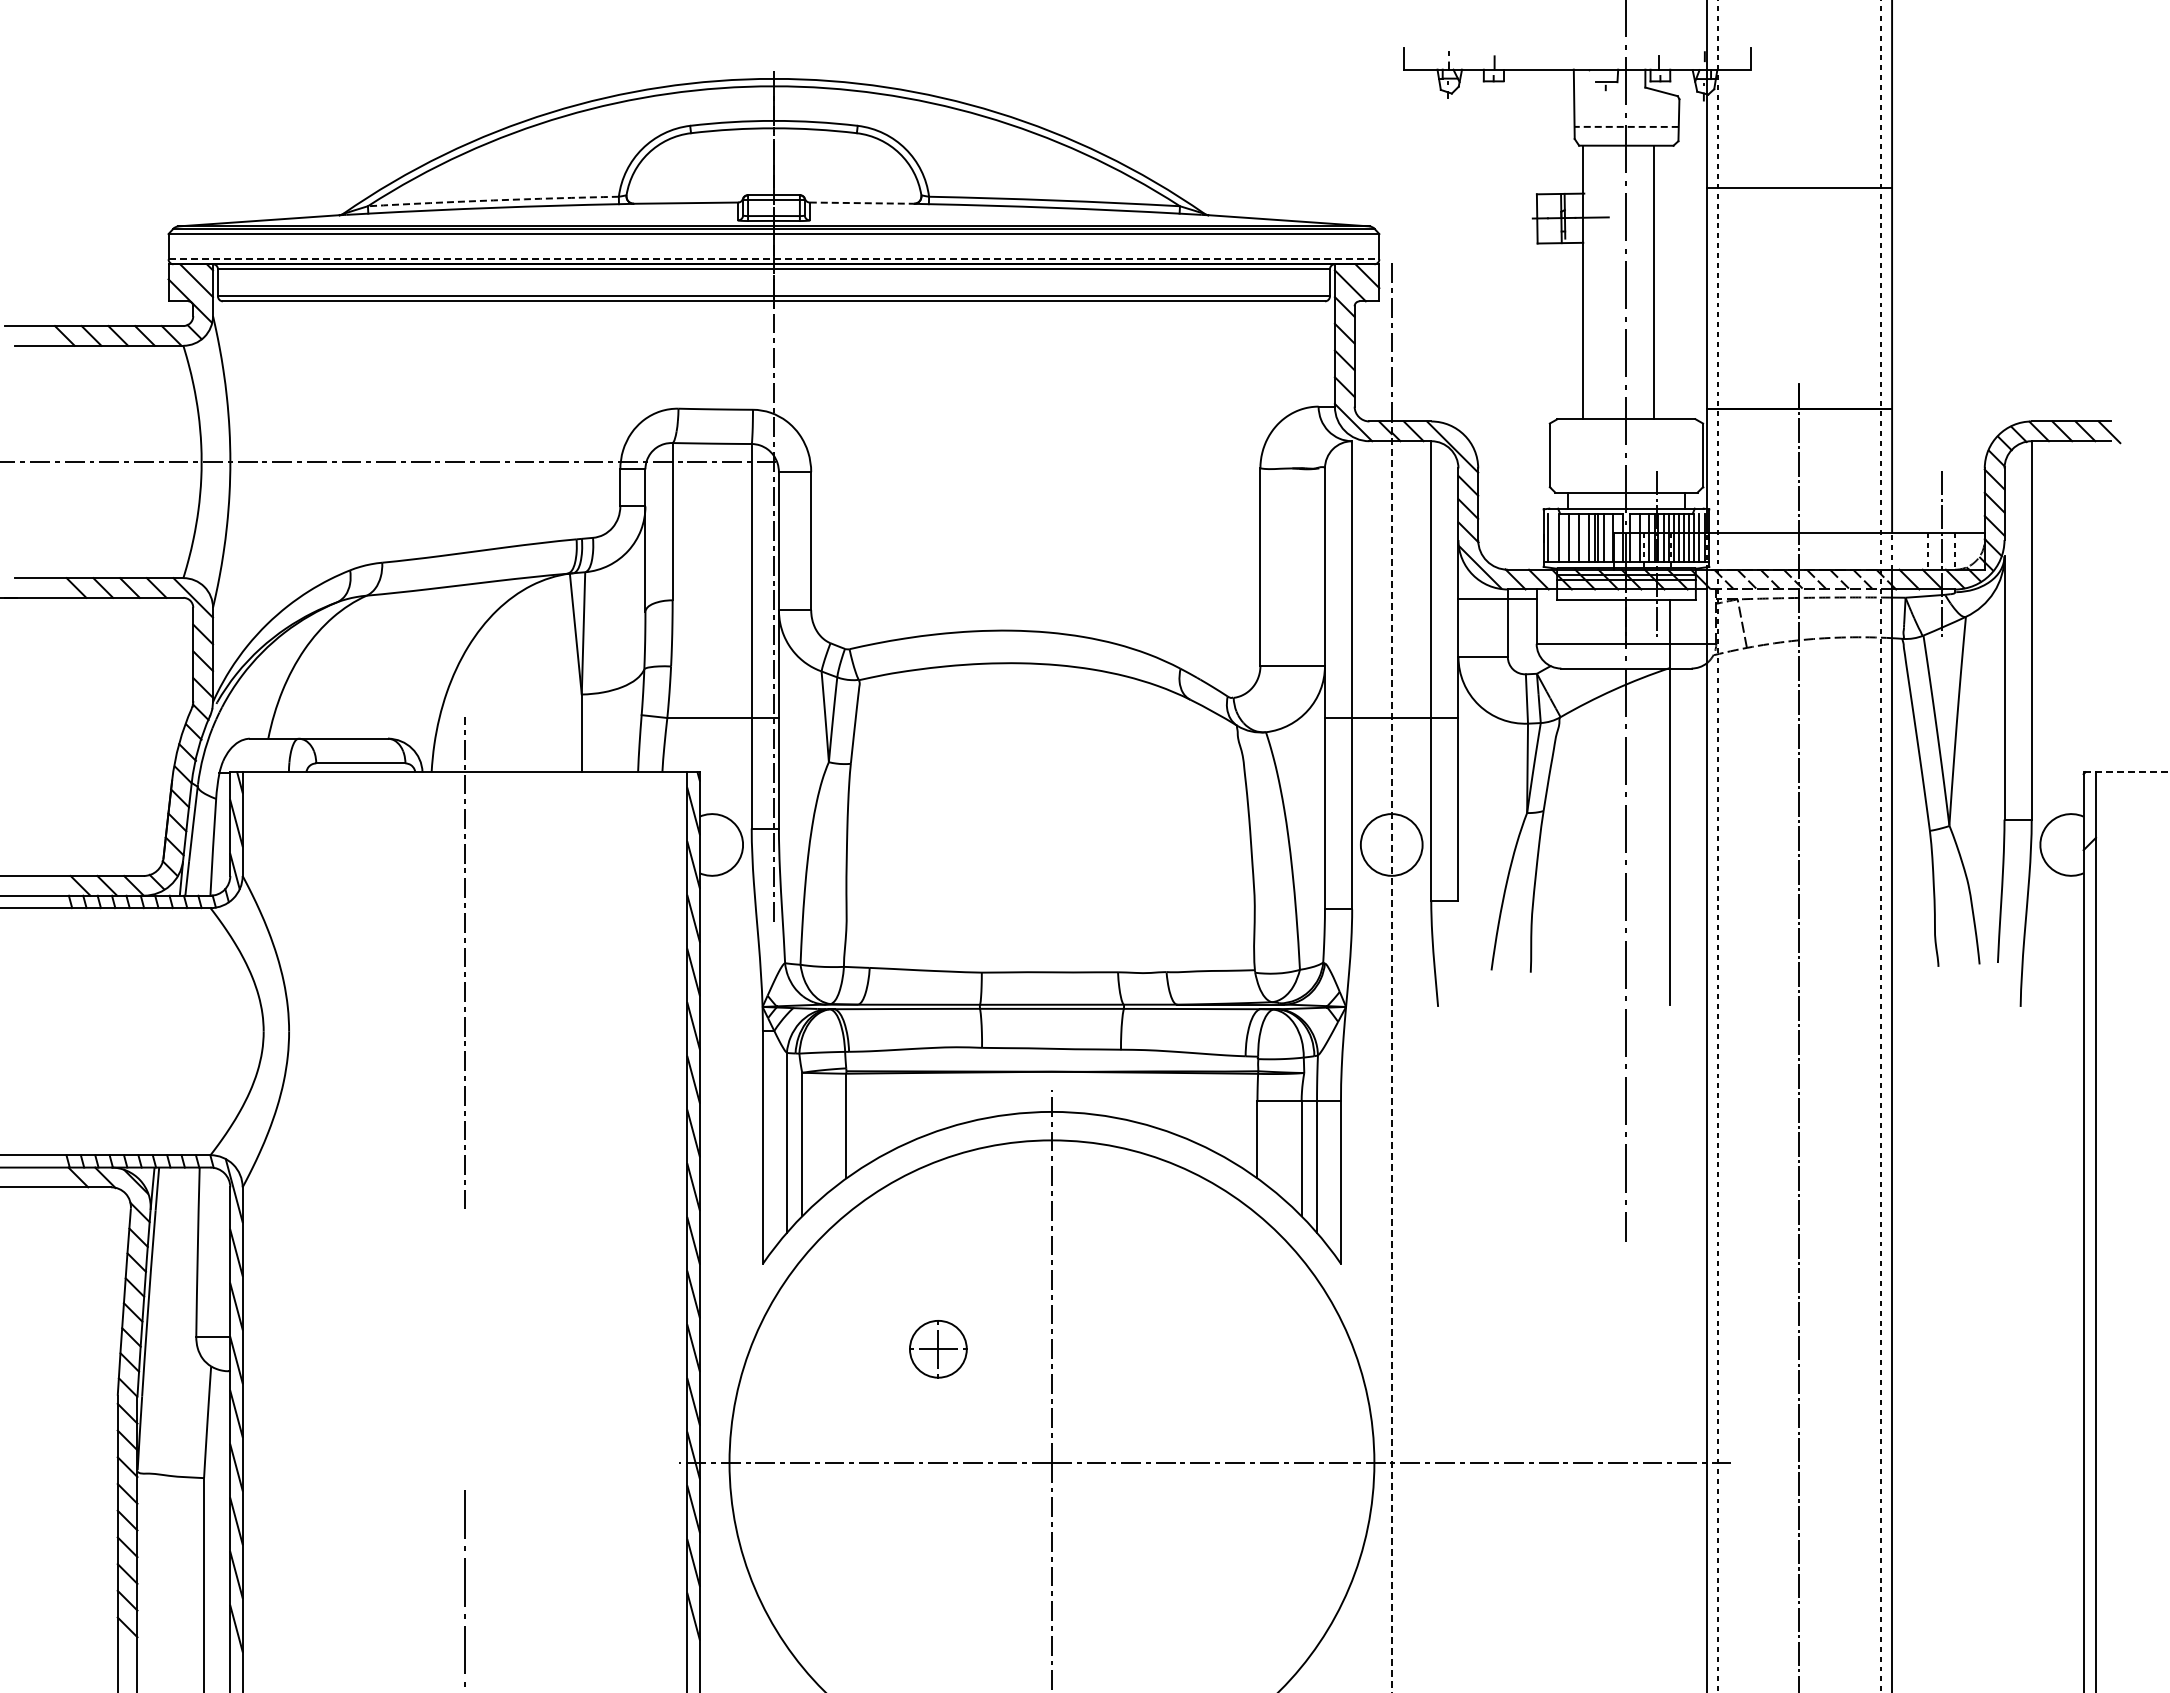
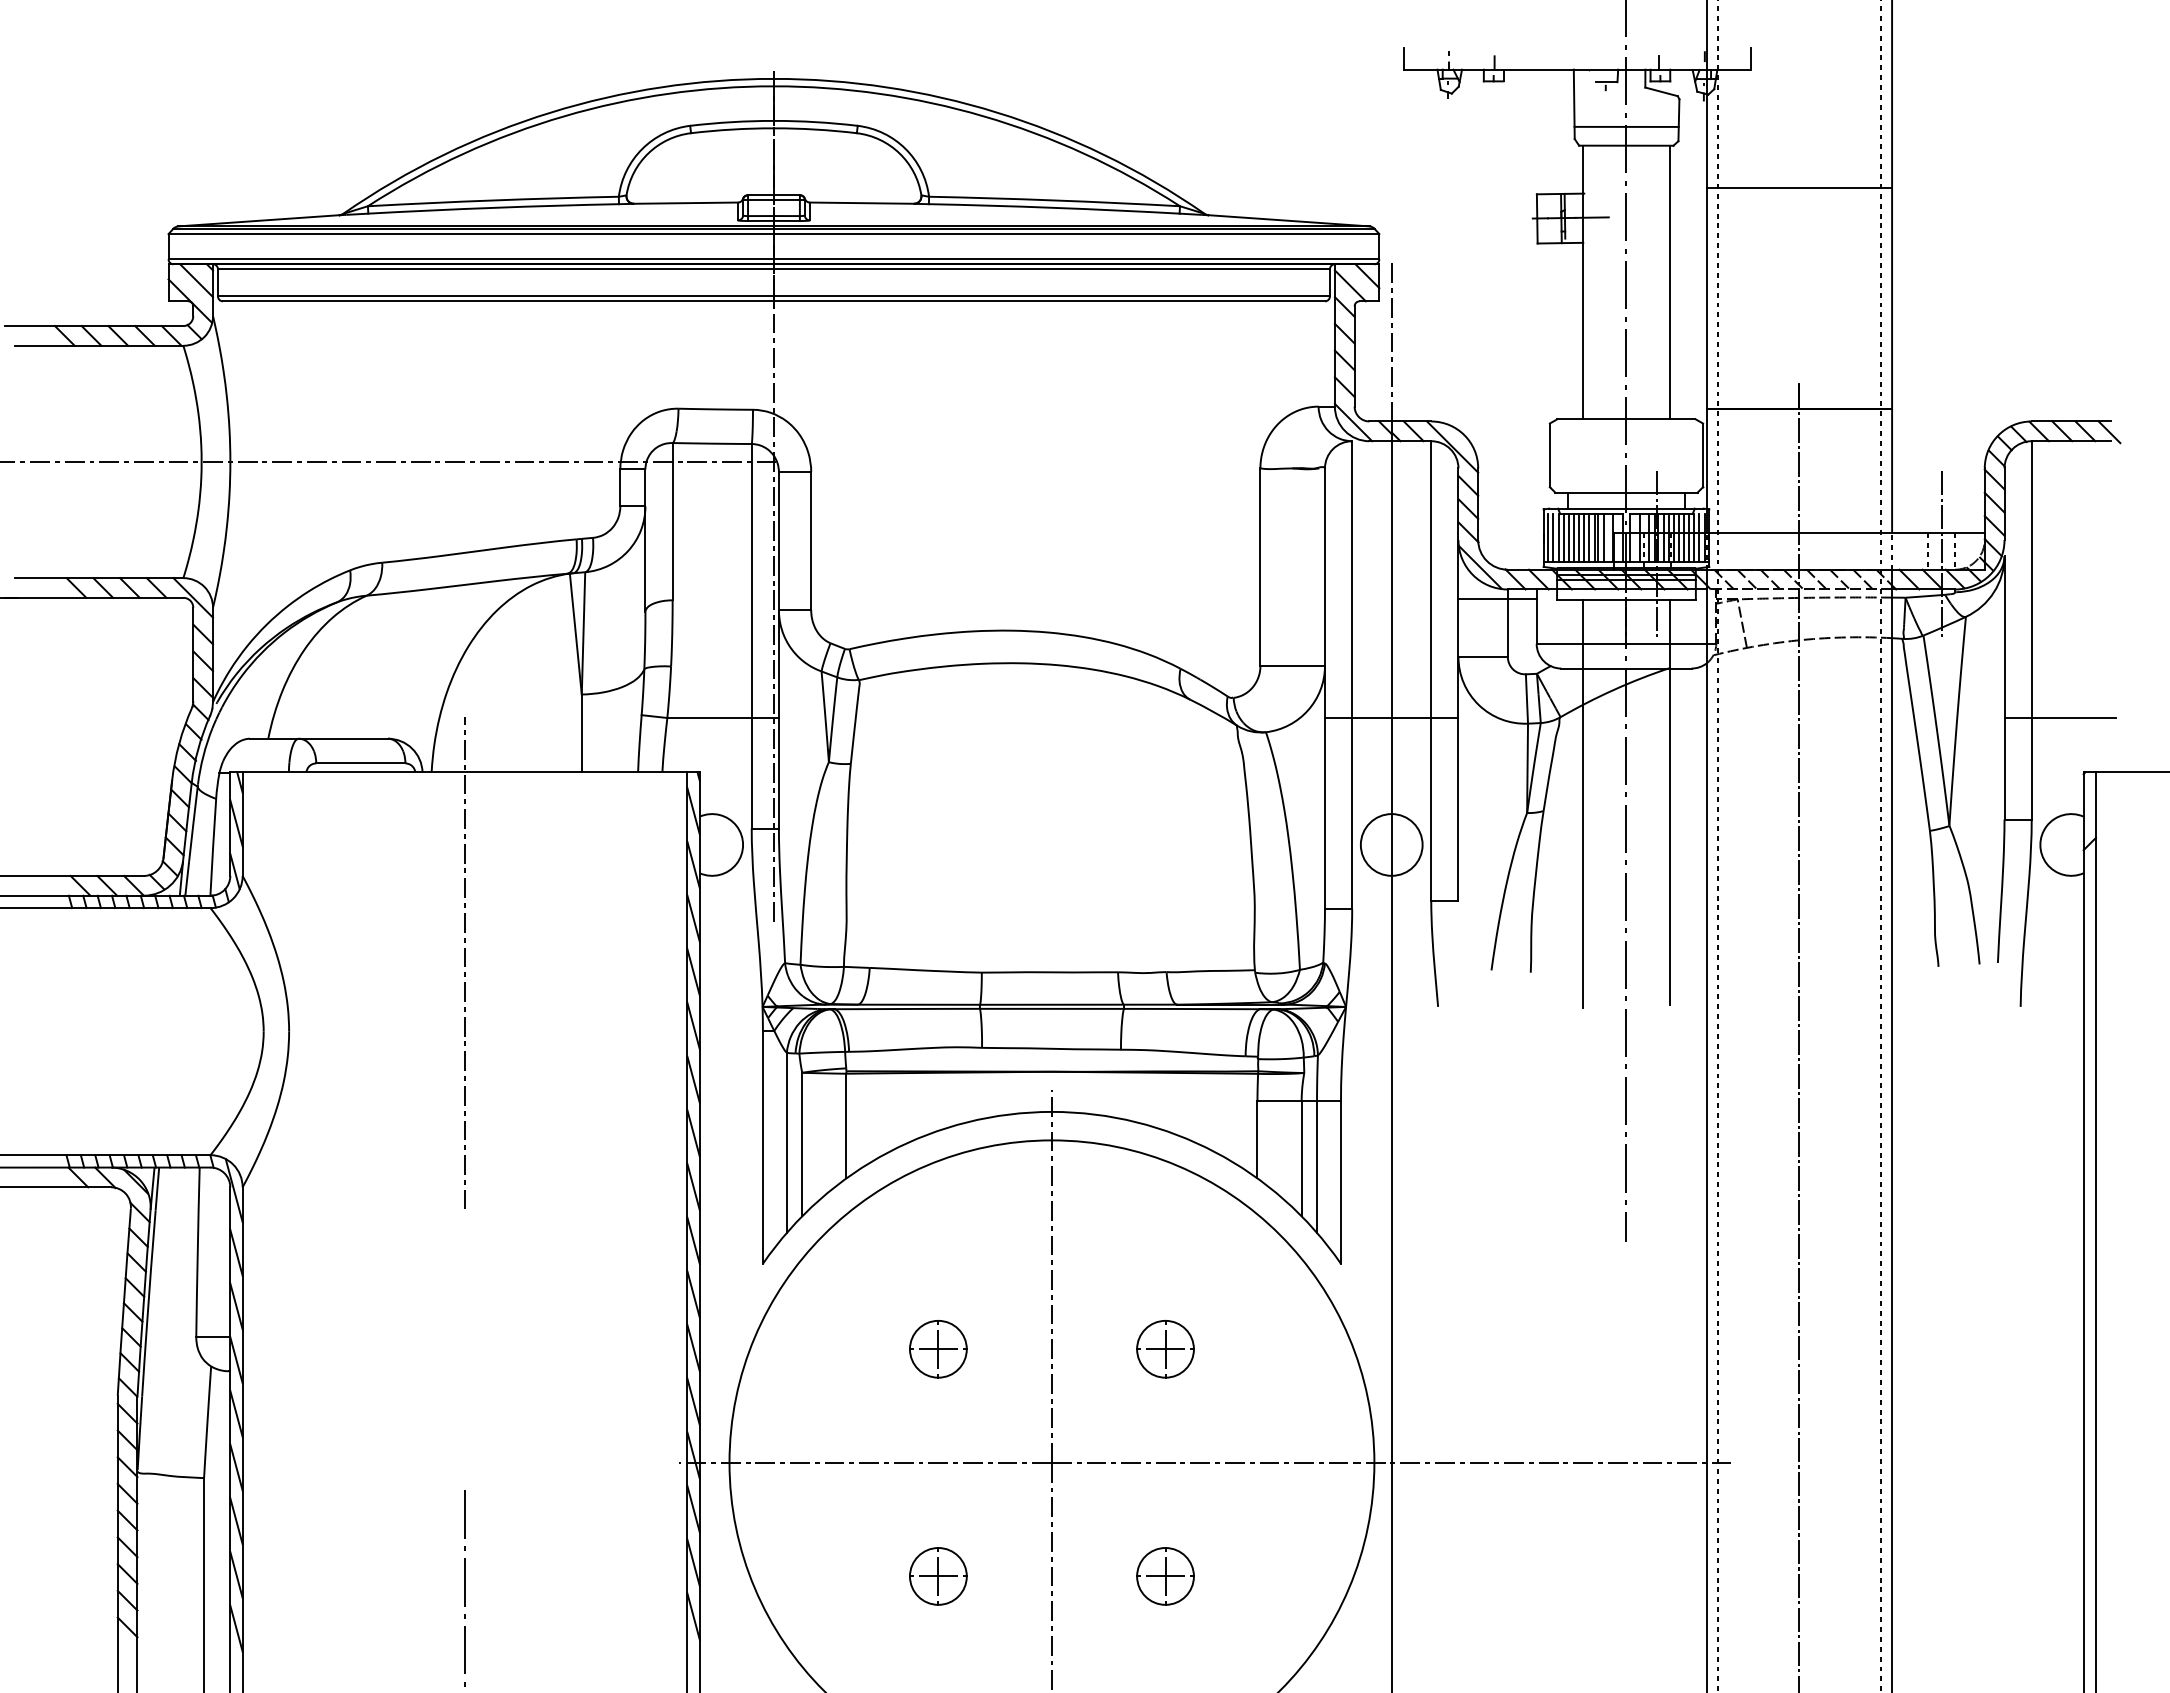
line at (1626, 126): dashed -> solid
arc at (493, 200): dashed -> solid
line at (862, 203): dashed -> solid
line at (774, 259): dashed -> solid
line at (1653, 282) position: (1653, 282) -> (1669, 282)
line at (1553, 538): none -> present
line at (1564, 538): none -> present
line at (1574, 538): none -> present
line at (1583, 538): none -> present
line at (2060, 718): none -> present
line at (2126, 772): dashed -> solid
line at (1583, 803): none -> present
line at (1391, 1056): dashed -> solid
part at (1165, 1349): none -> present
part at (938, 1576): none -> present
part at (1165, 1576): none -> present
